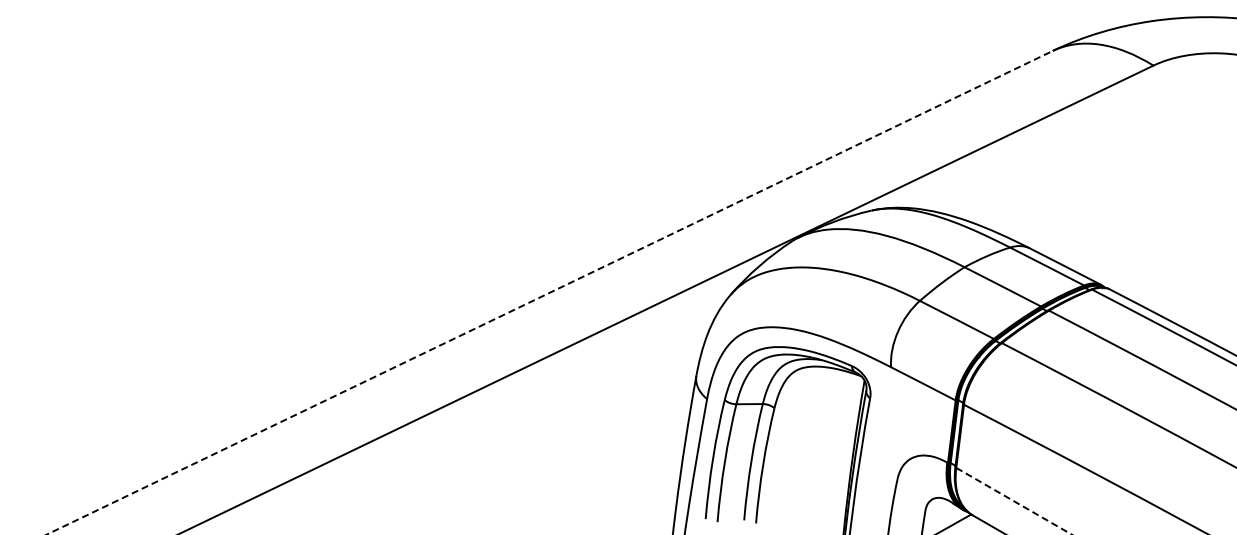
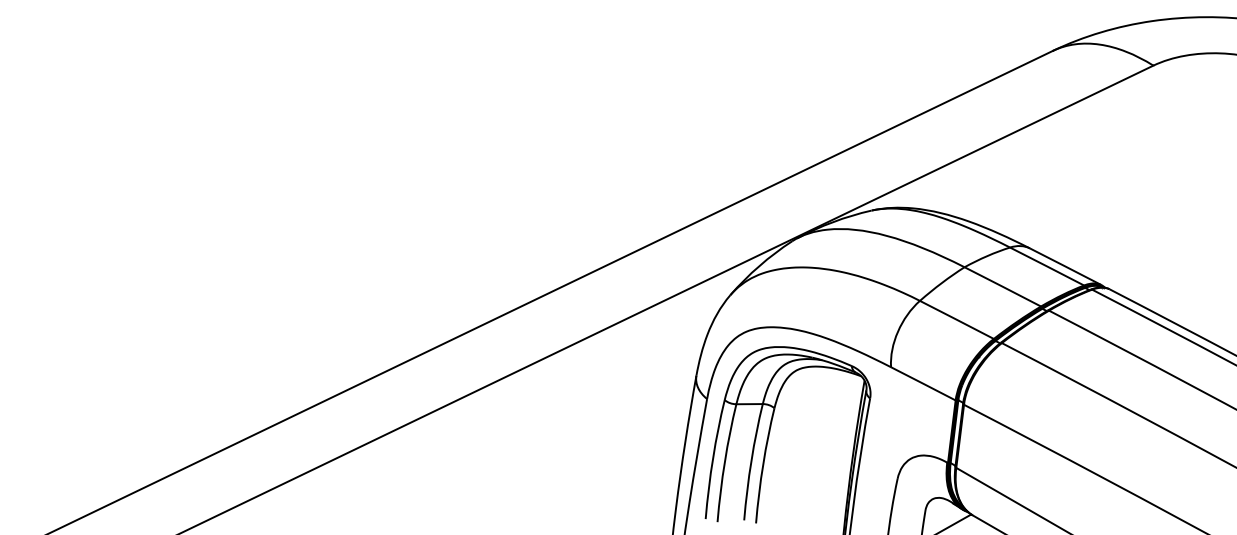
line at (549, 292): dashed -> solid
line at (1014, 501): dashed -> solid
